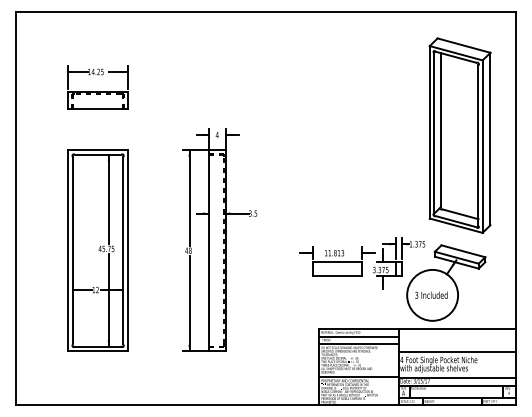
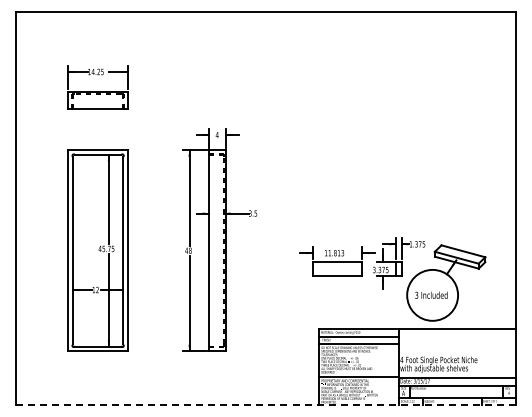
part at (459, 135): present -> none
line at (457, 351): present -> none
line at (265, 404): solid -> dashed
